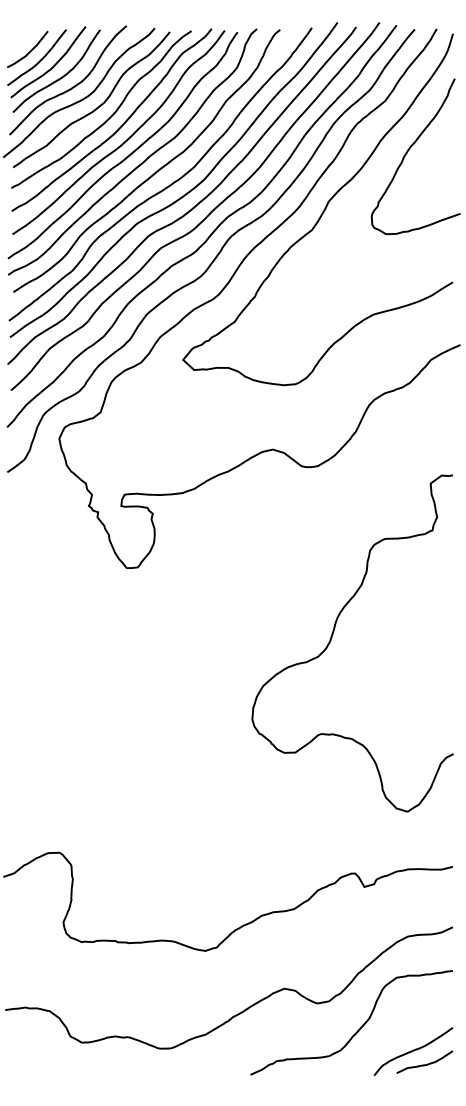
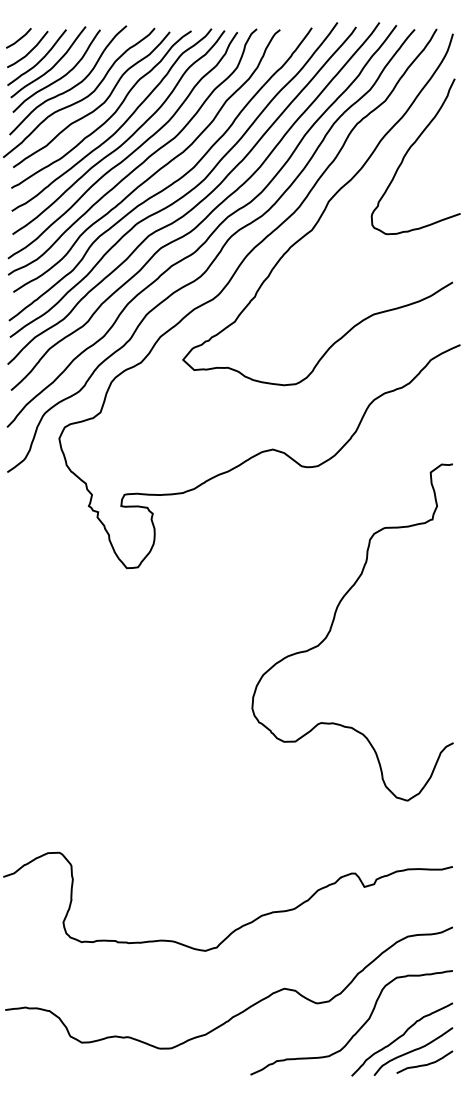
line at (19, 38): none -> present
curve at (332, 637) position: (332, 637) -> (332, 626)
curve at (401, 1037): none -> present
